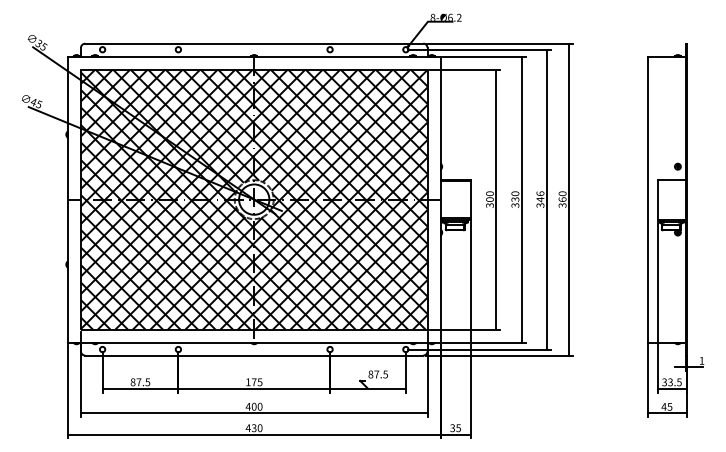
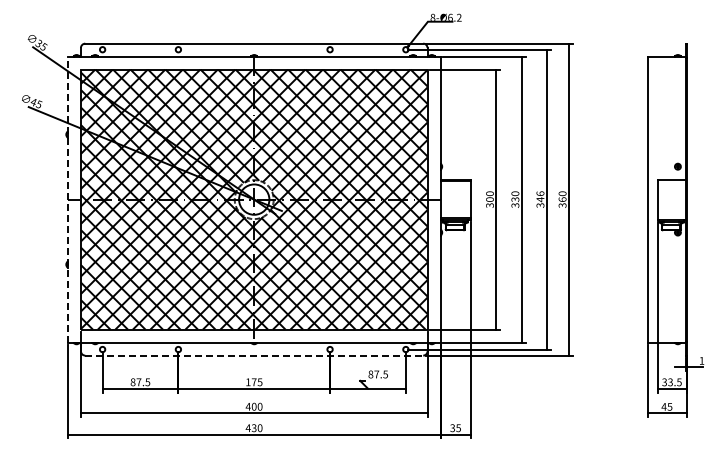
line at (67, 199): solid -> dashed
line at (254, 355): solid -> dashed
